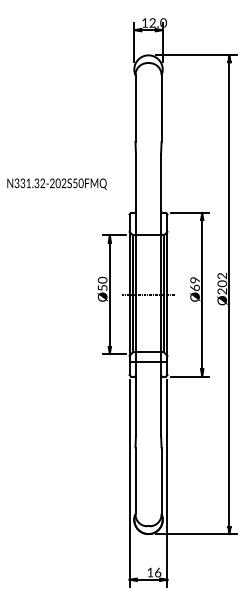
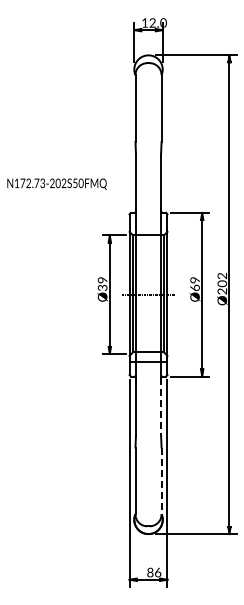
text at (29, 183): N331.32-202S50FMQ -> N172.73-202S50FMQ
text at (102, 283): Ø50 -> Ø39
line at (161, 407): solid -> dashed
line at (161, 481): solid -> dashed
text at (150, 572): 16 -> 86
